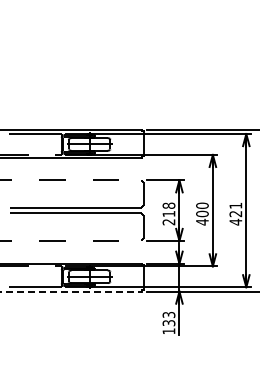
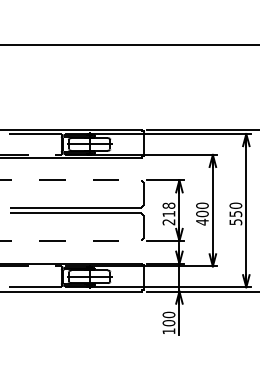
line at (129, 44): none -> present
text at (235, 213): 421 -> 550
line at (71, 291): dashed -> solid
text at (168, 318): 133 -> 100
